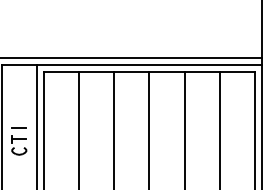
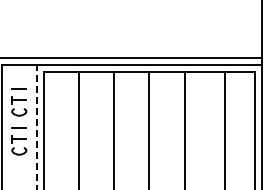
part at (19, 102): none -> present
line at (36, 126): solid -> dashed
line at (219, 128) position: (219, 128) -> (224, 128)
